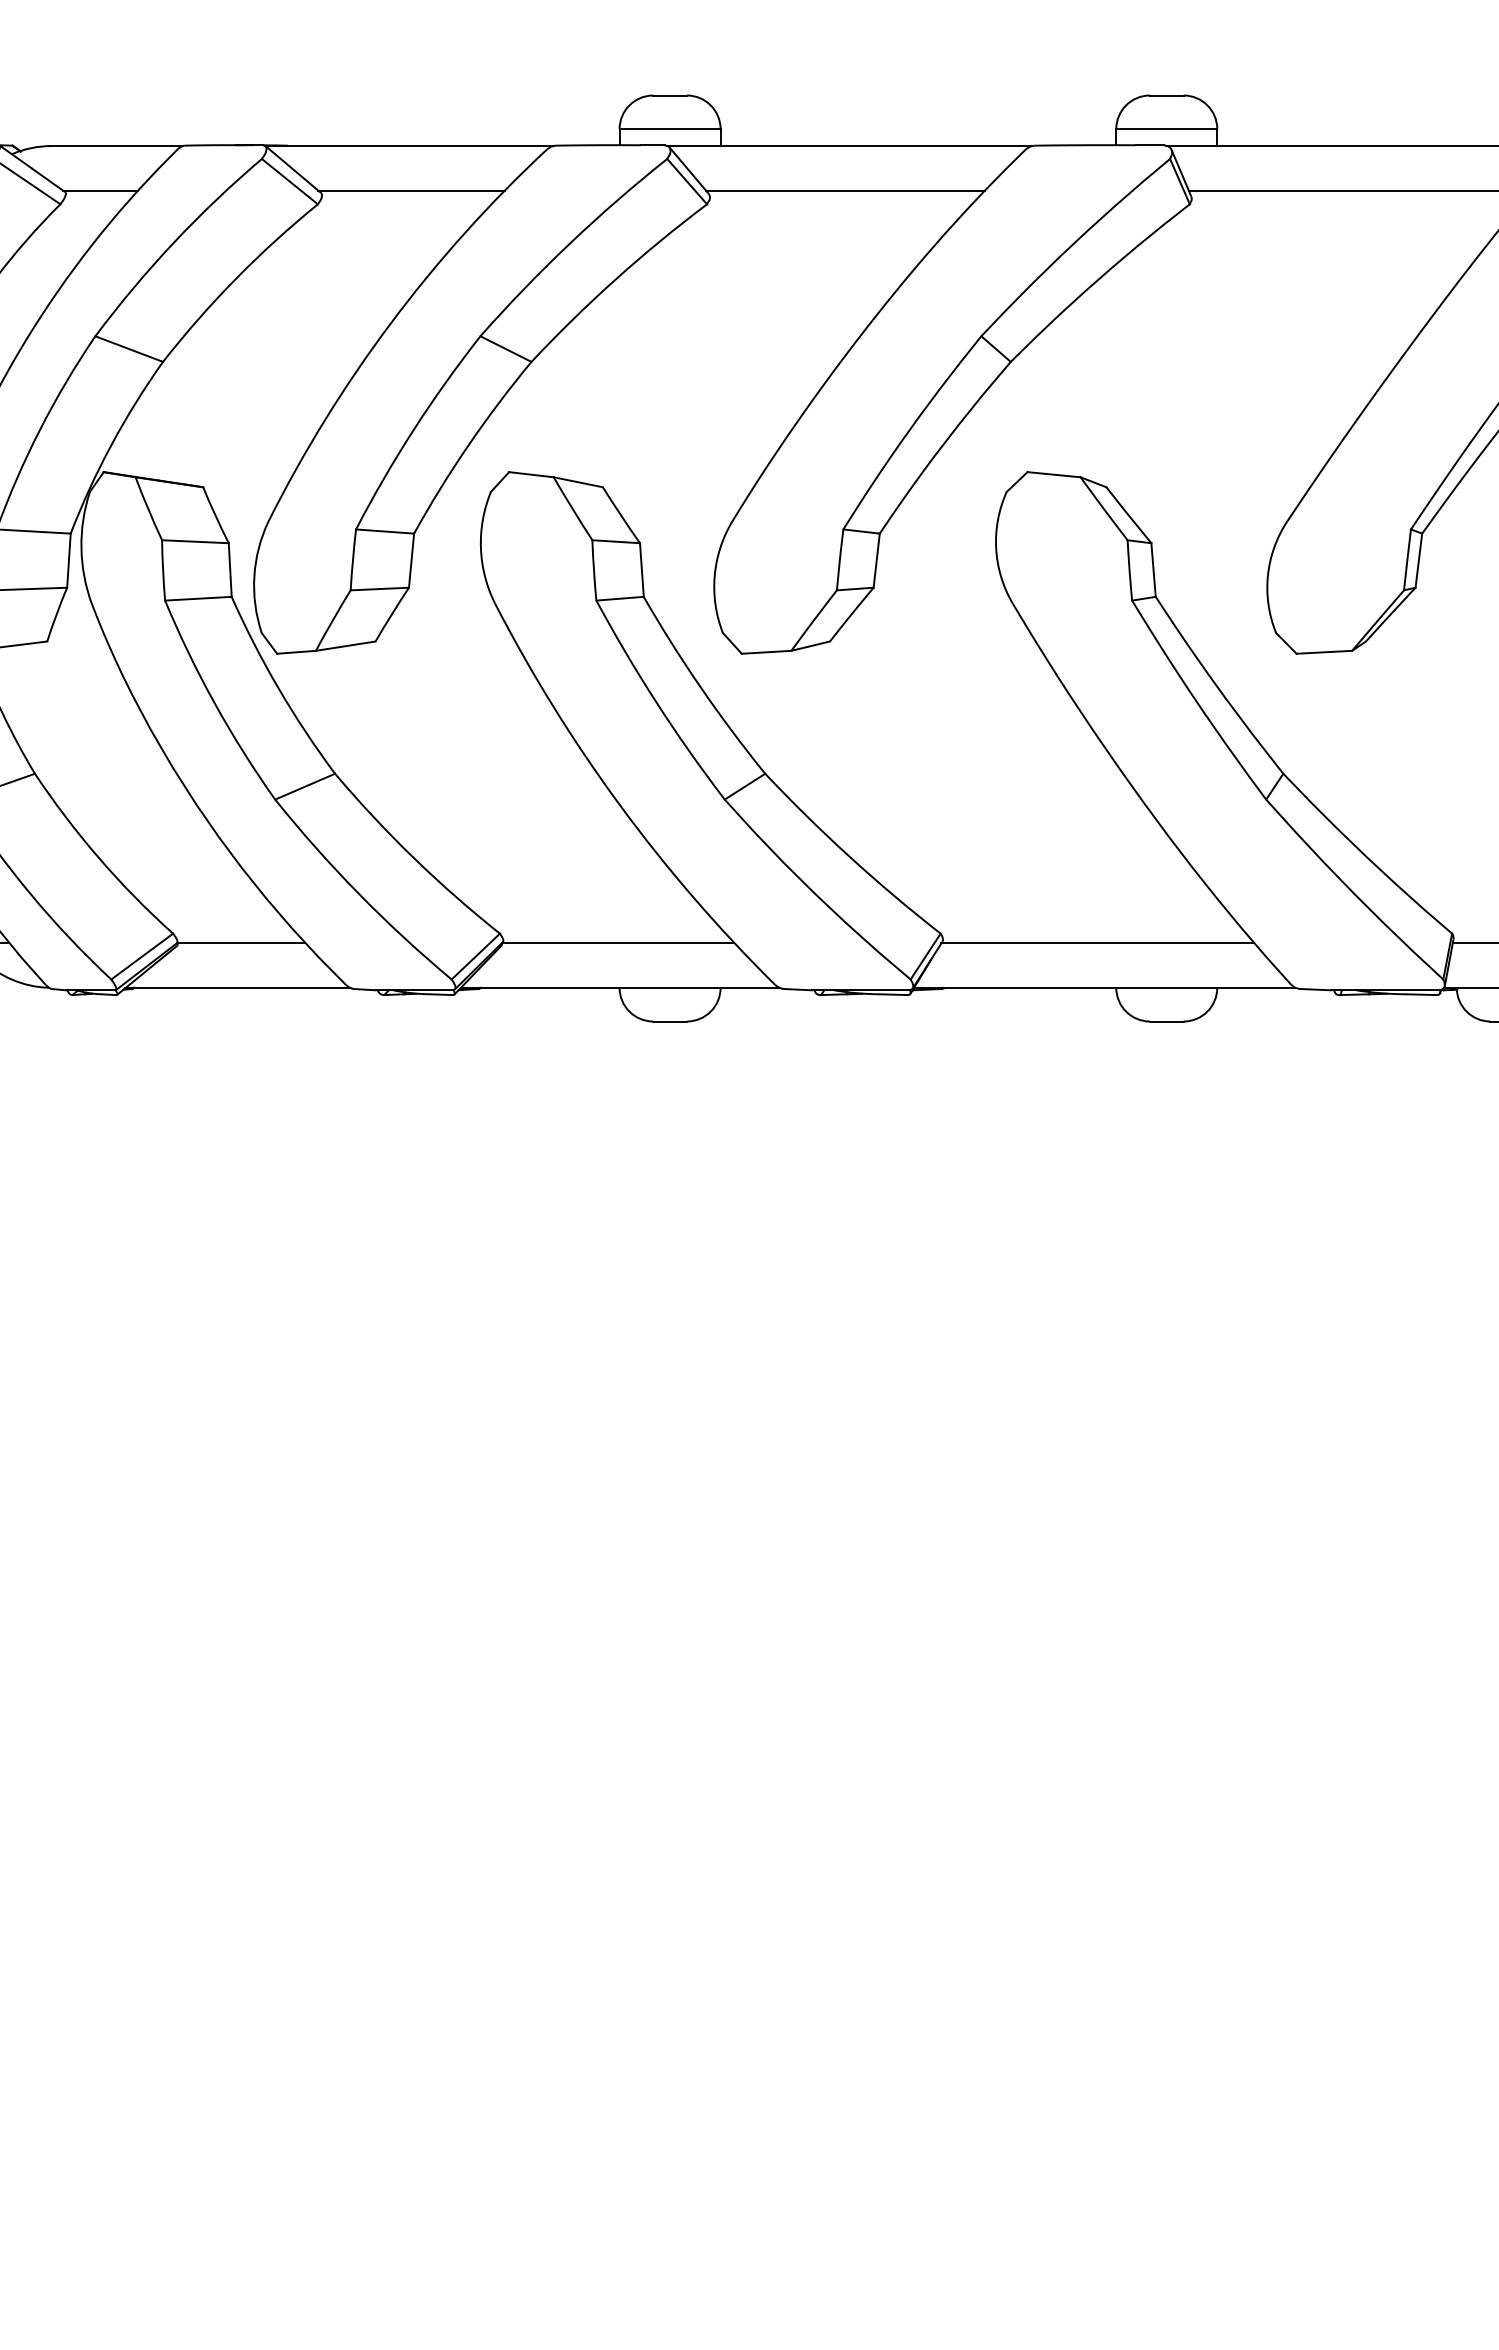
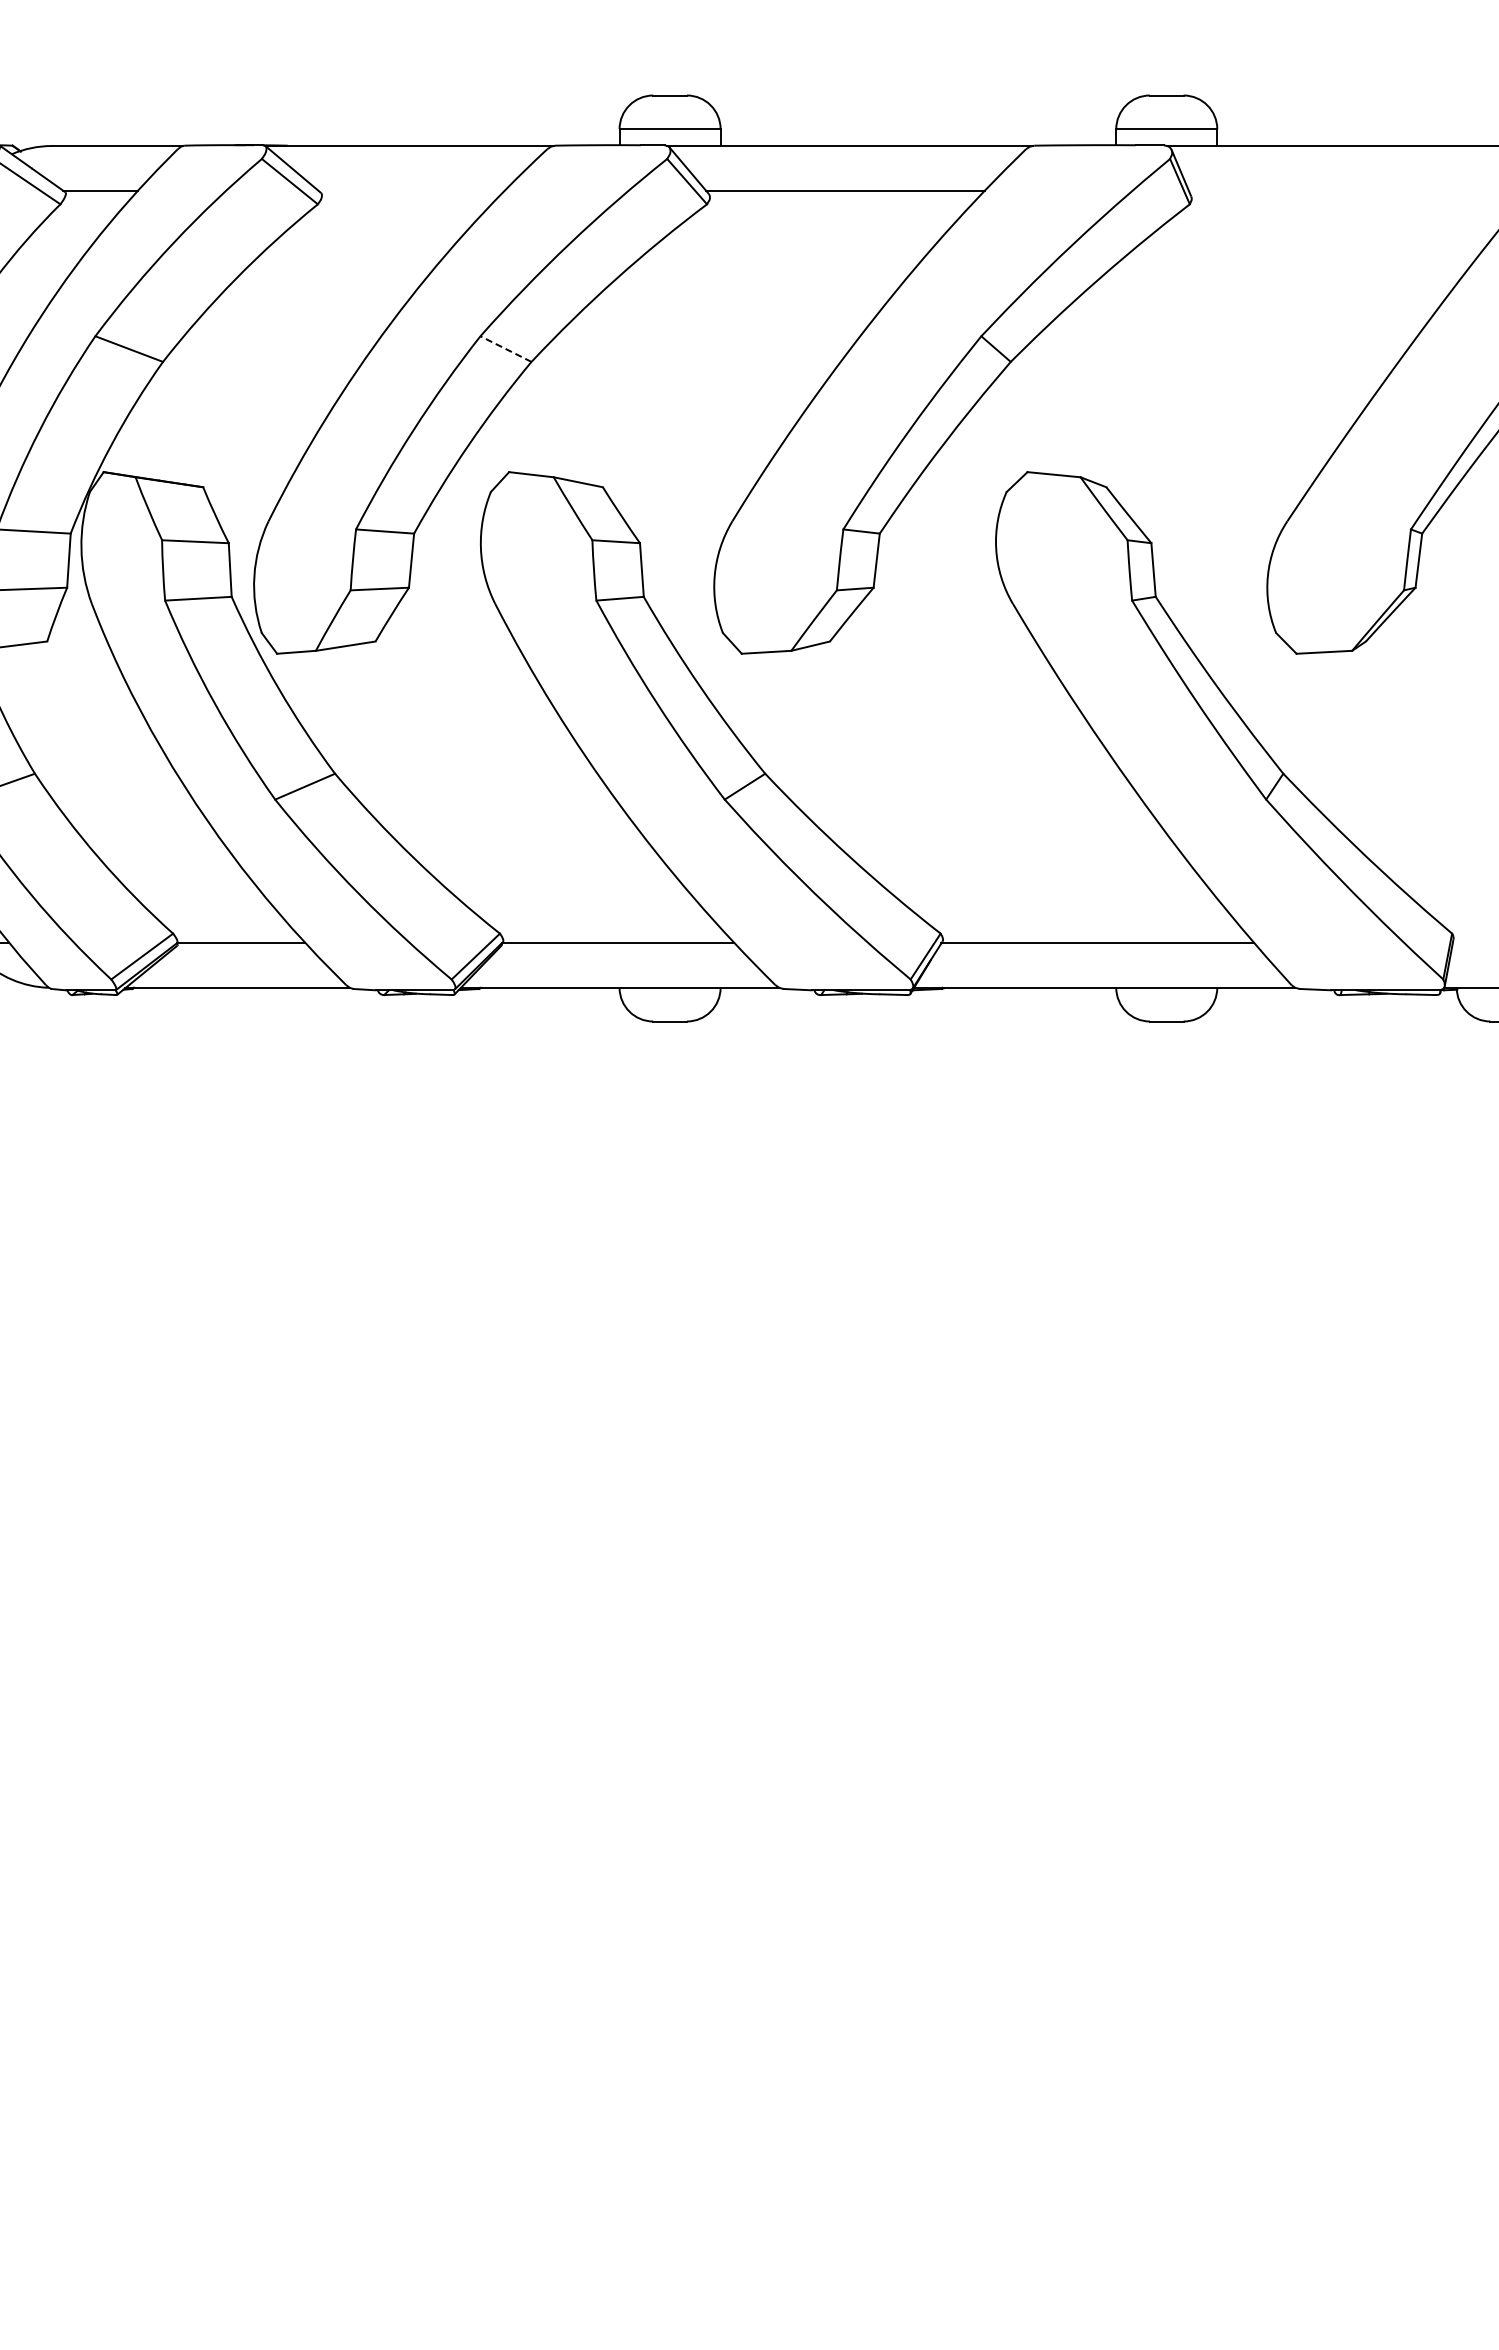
line at (410, 190): present -> none
line at (1341, 190): present -> none
line at (505, 349): solid -> dashed
line at (1473, 943): present -> none
